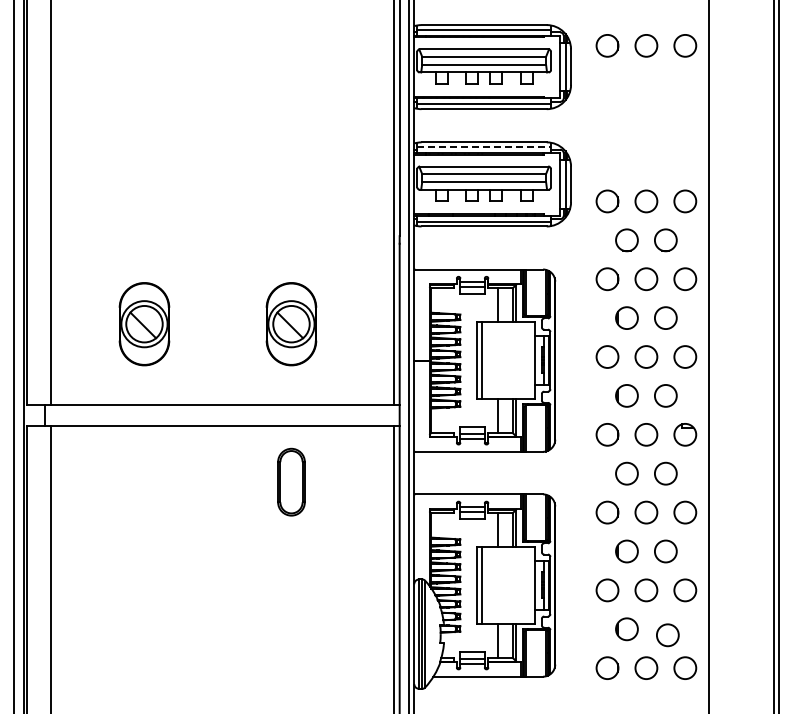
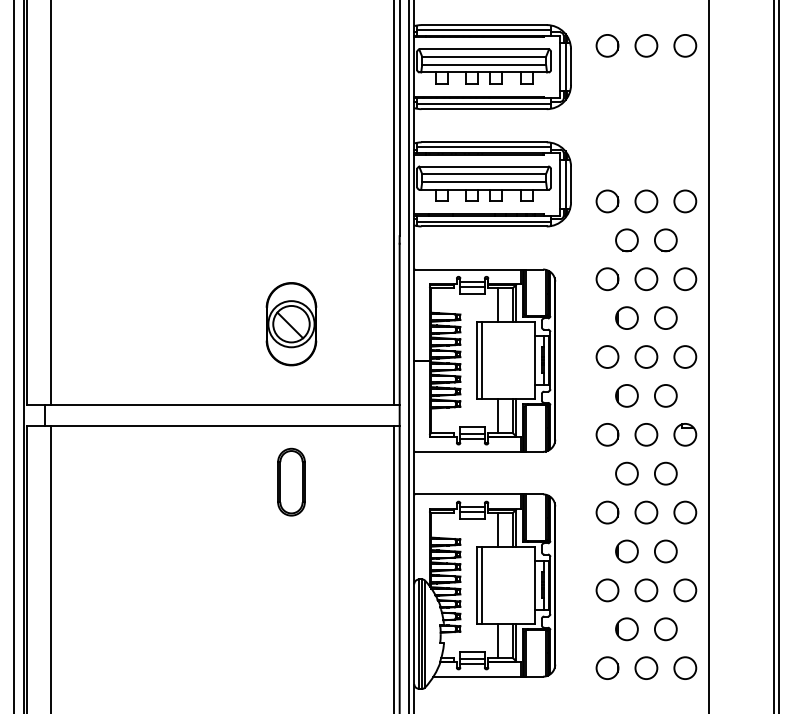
line at (484, 147): dashed -> solid
part at (144, 324): present -> none
circle at (667, 635) position: (667, 635) -> (665, 629)
